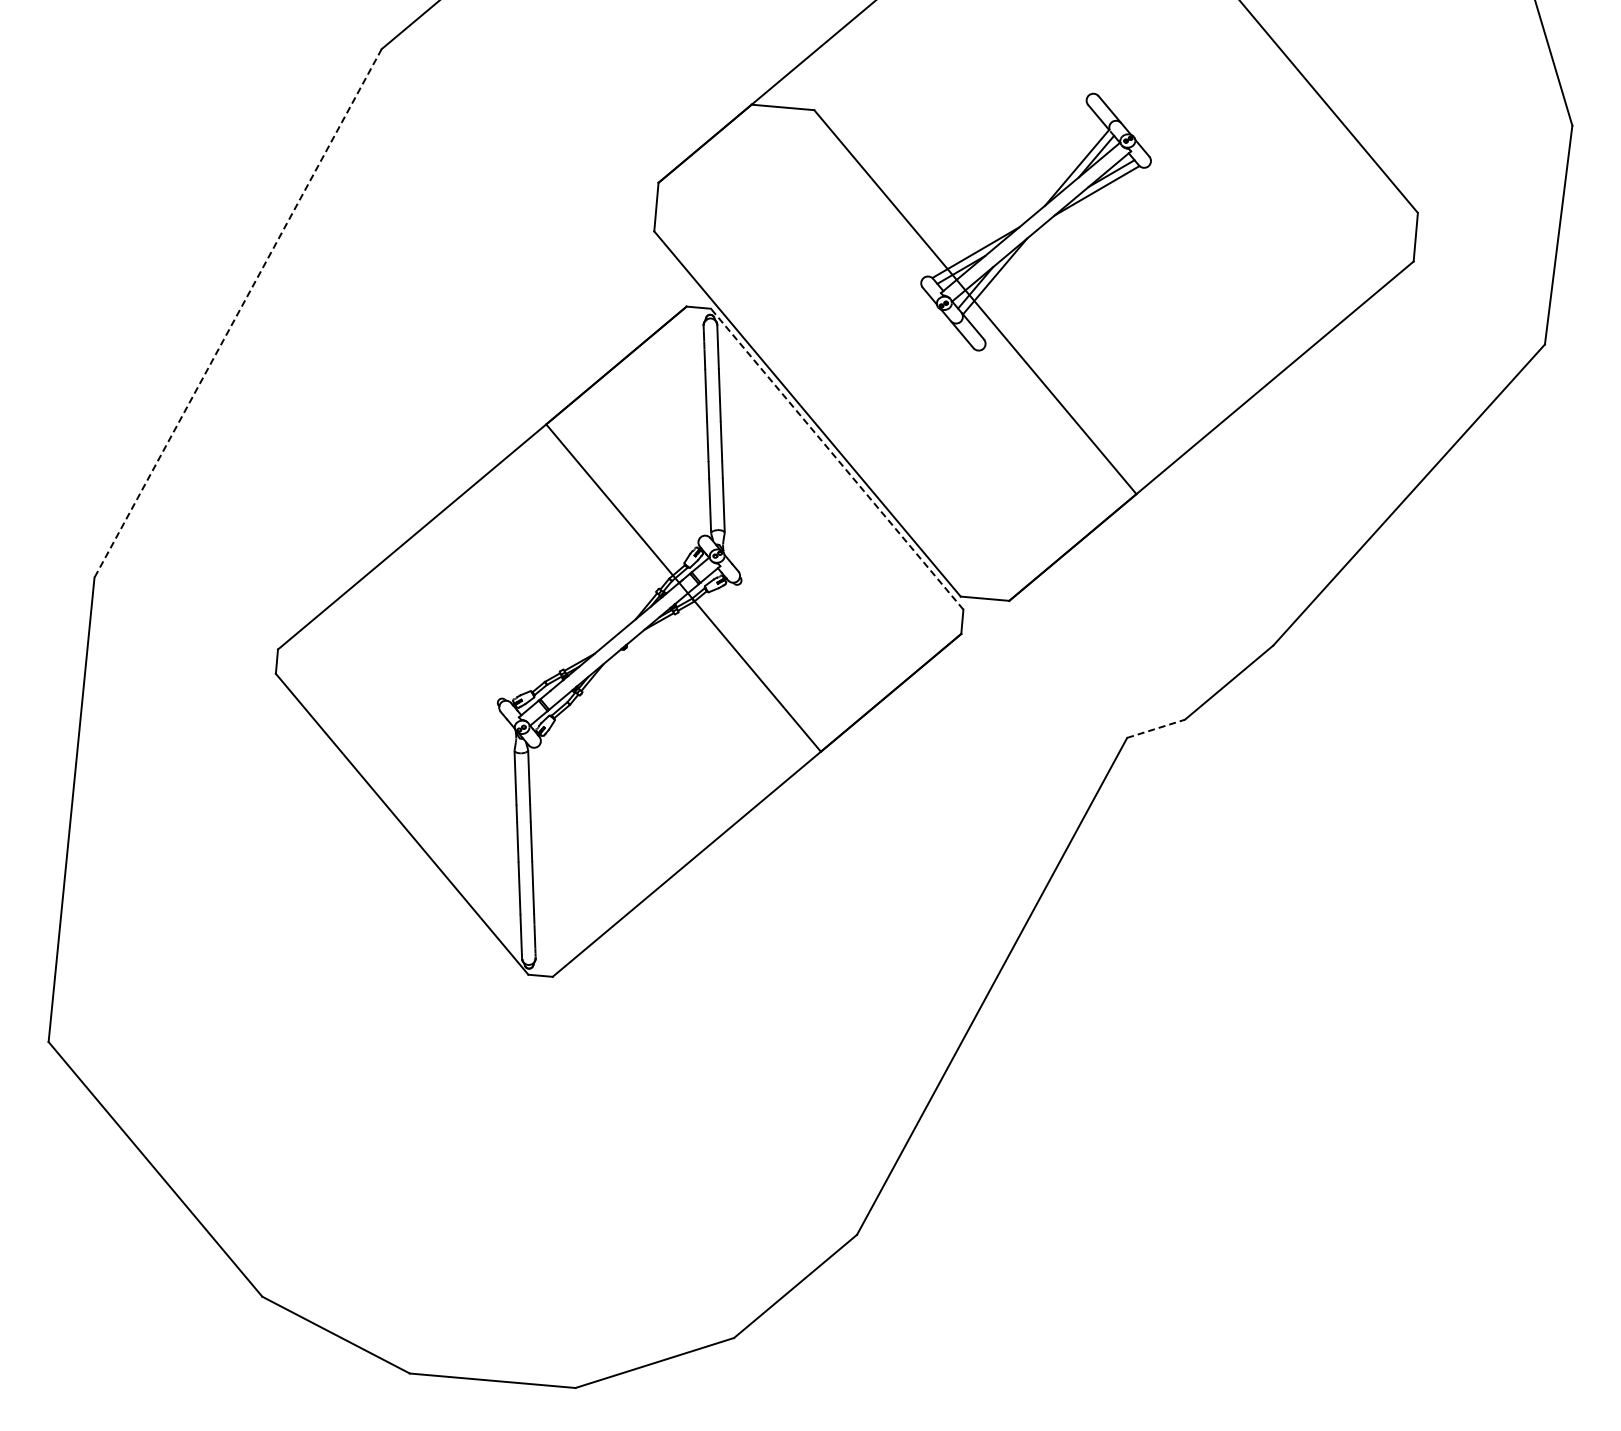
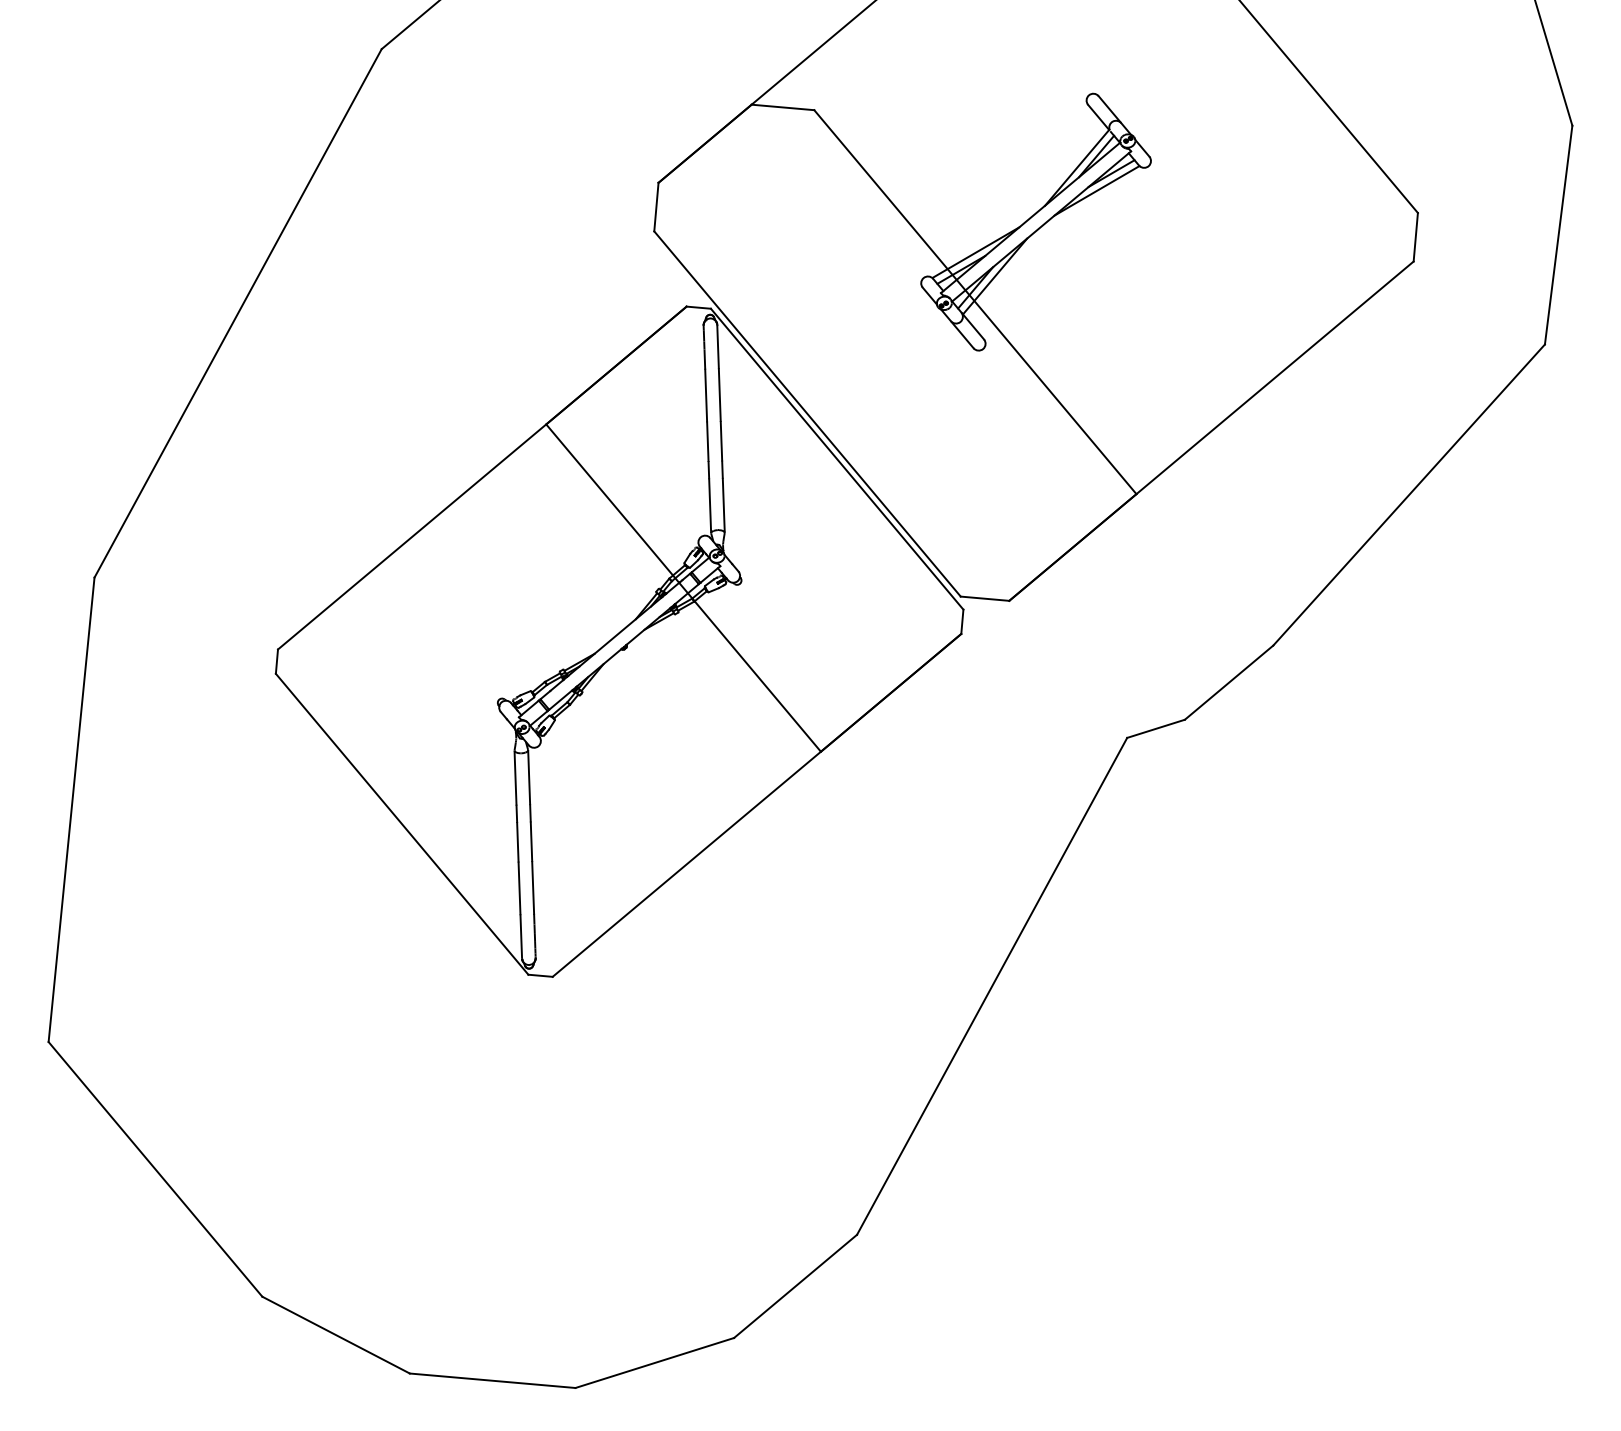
line at (238, 313): dashed -> solid
line at (836, 458): dashed -> solid
line at (1156, 728): dashed -> solid
